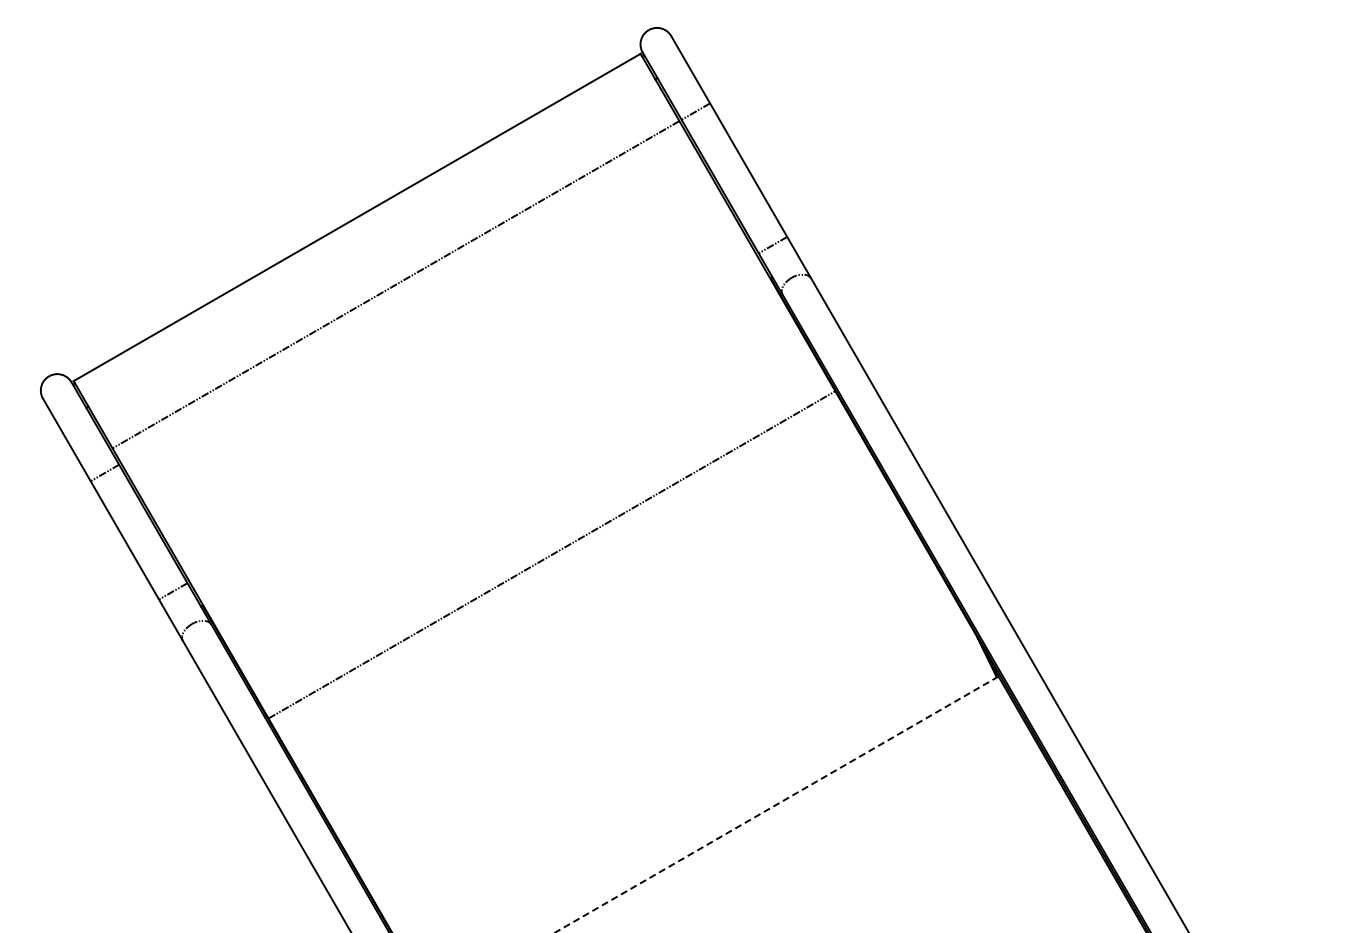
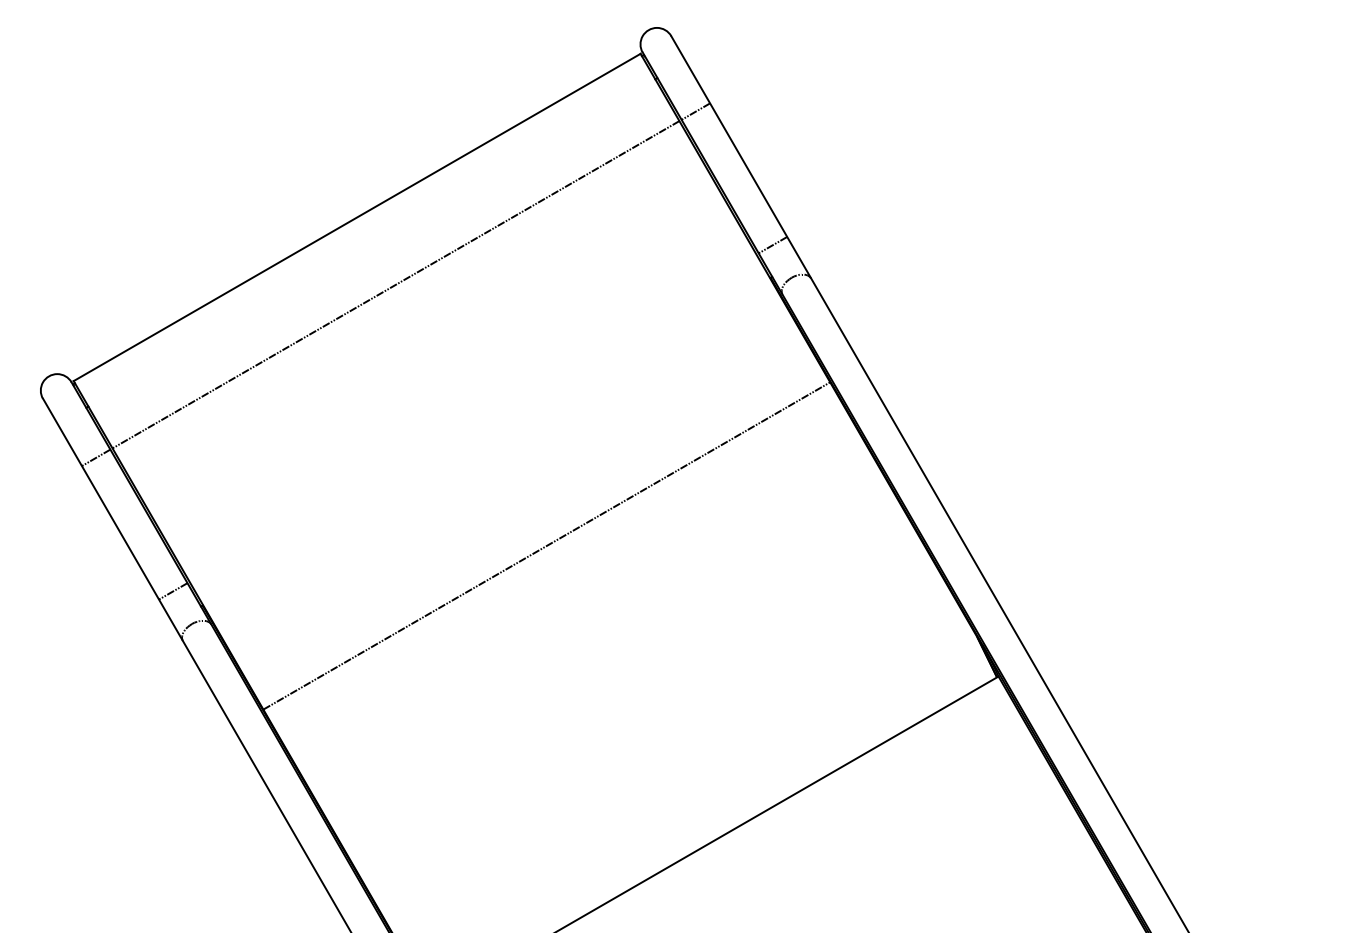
line at (104, 472) position: (104, 472) -> (95, 457)
line at (551, 554) position: (551, 554) -> (546, 545)
line at (776, 804): dashed -> solid
